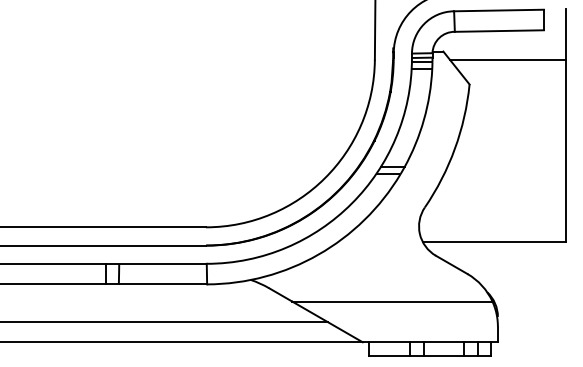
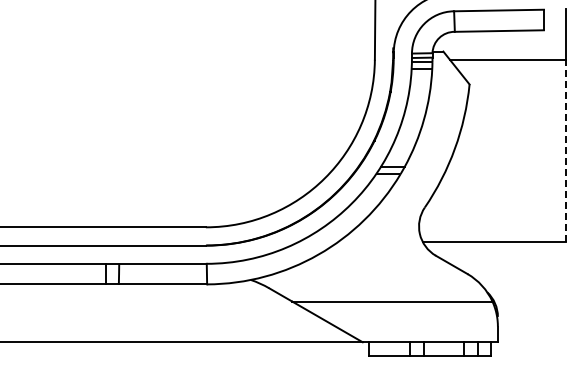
line at (565, 150): solid -> dashed
line at (164, 321): present -> none
